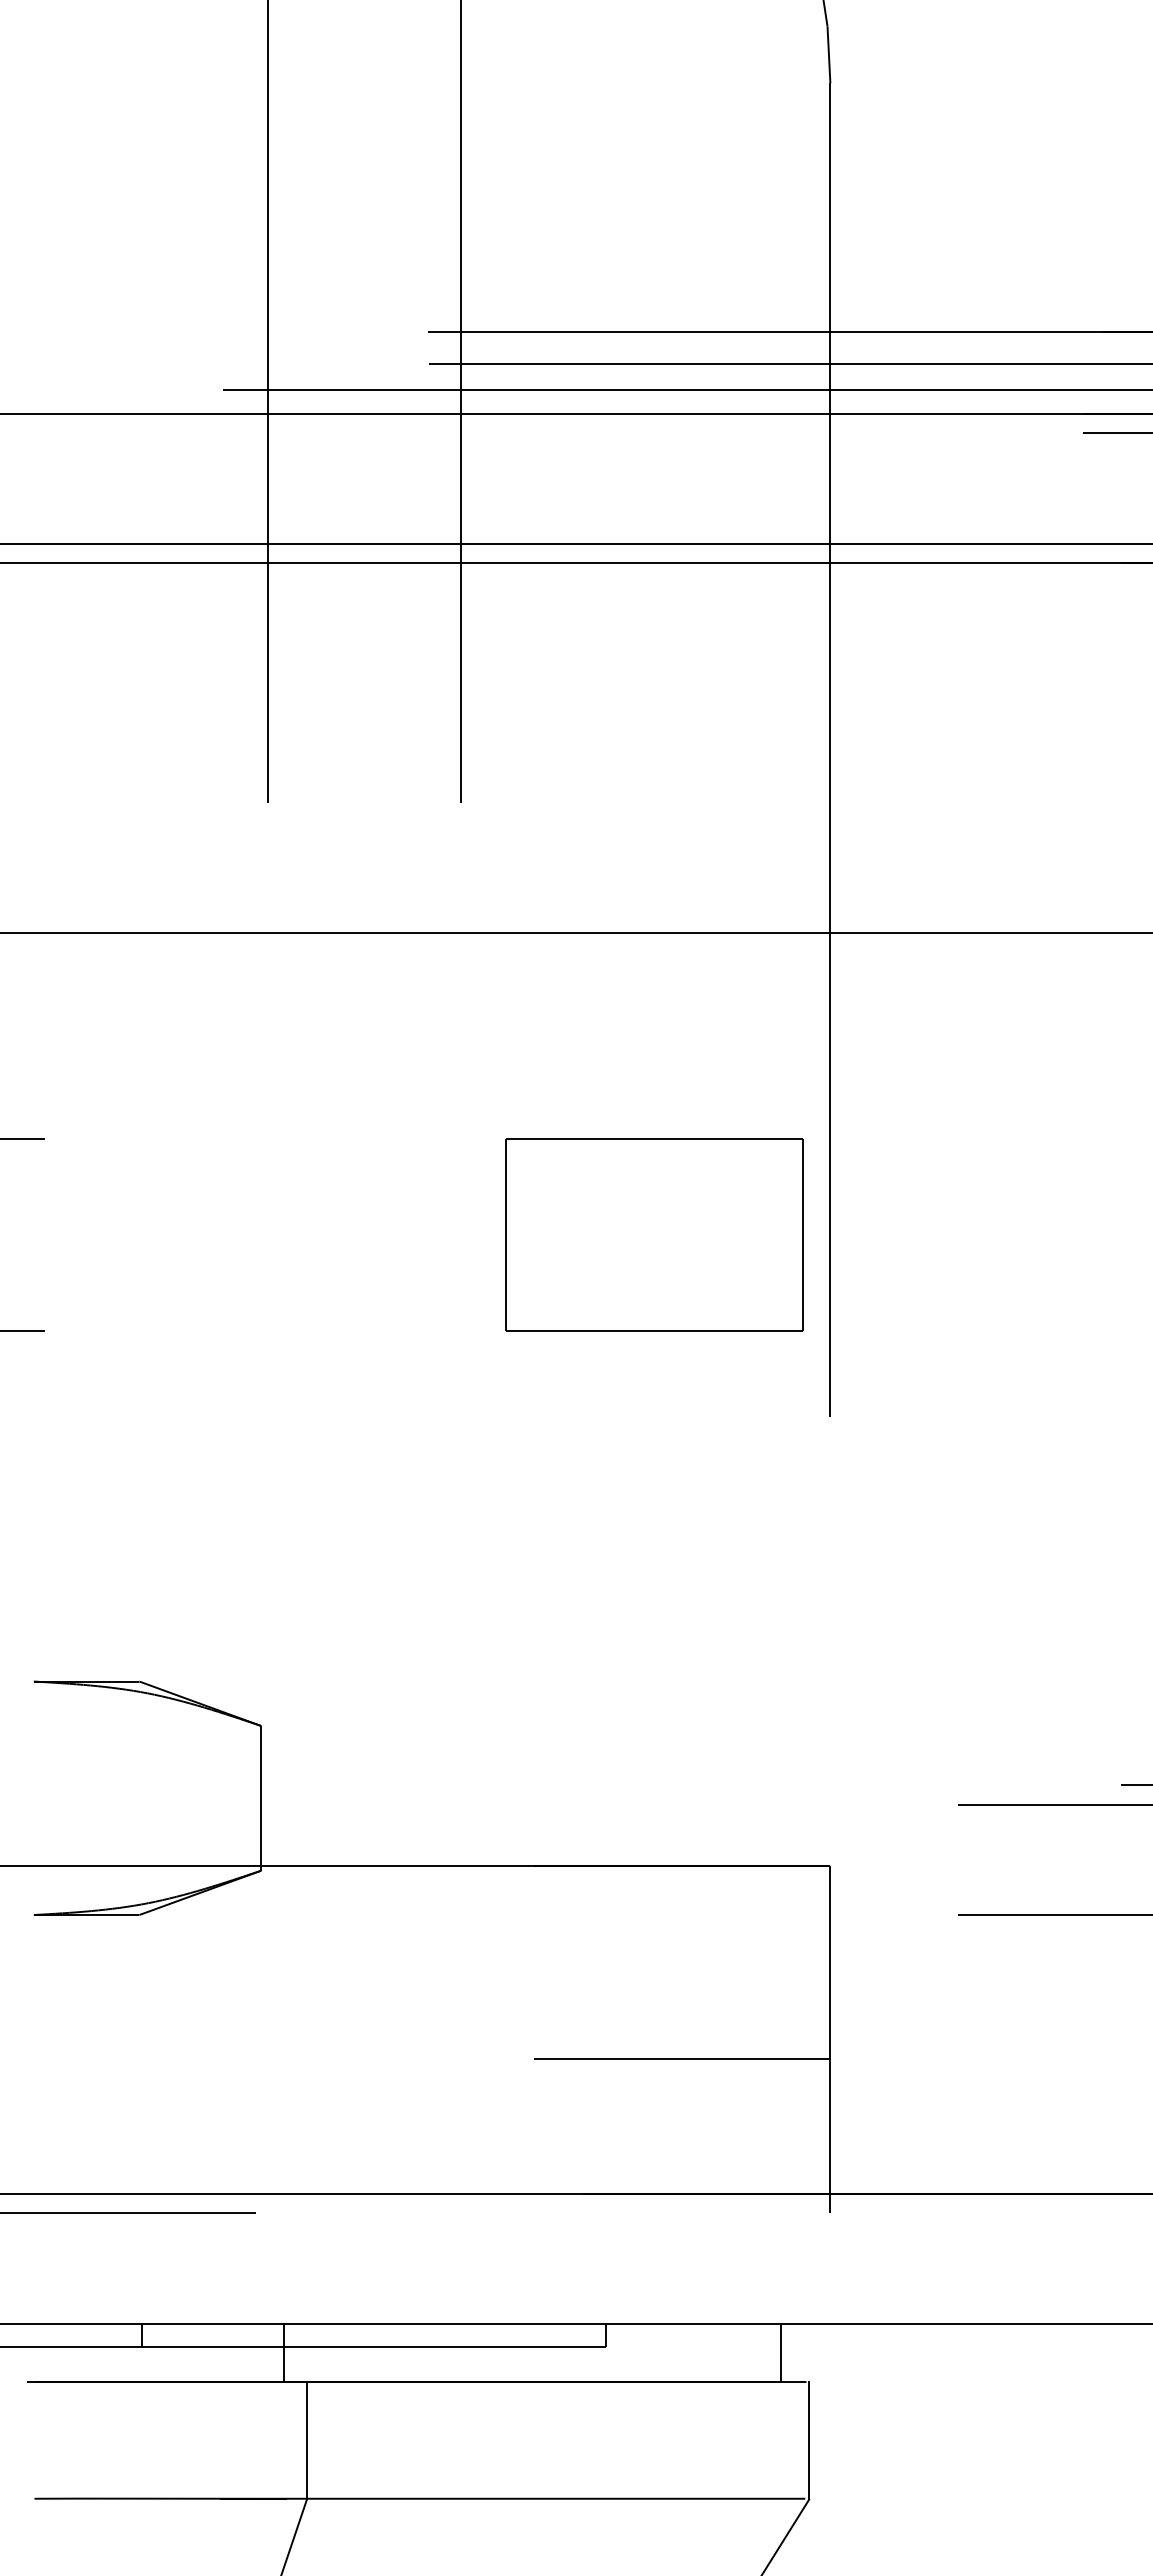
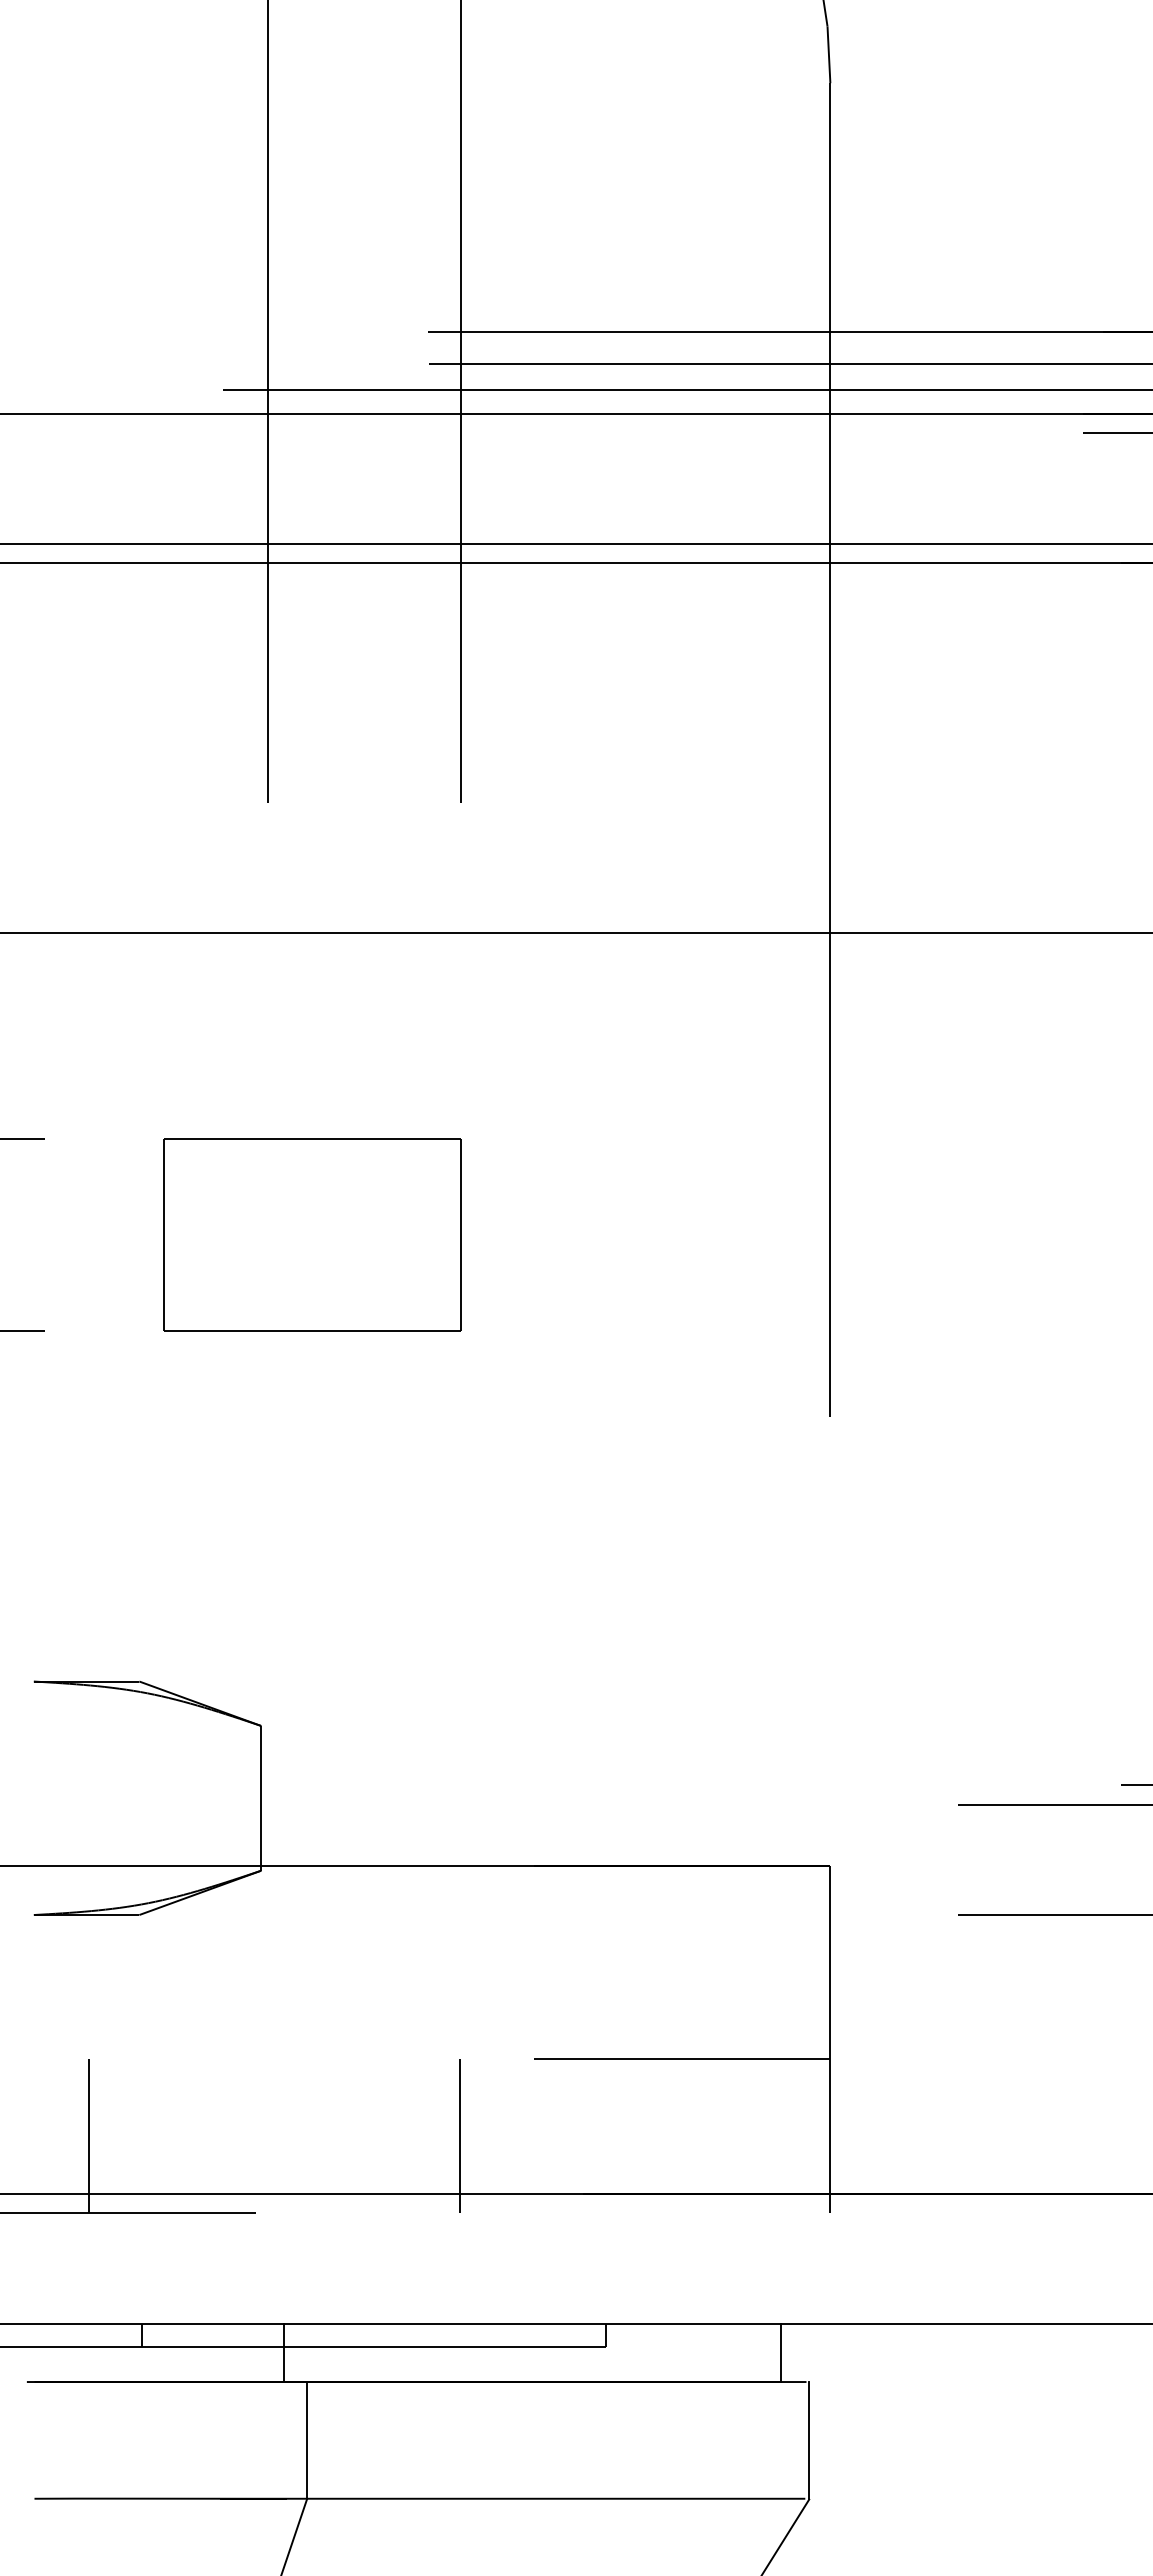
part at (654, 1234) position: (654, 1234) -> (312, 1234)
line at (89, 2135): none -> present
line at (459, 2135): none -> present
